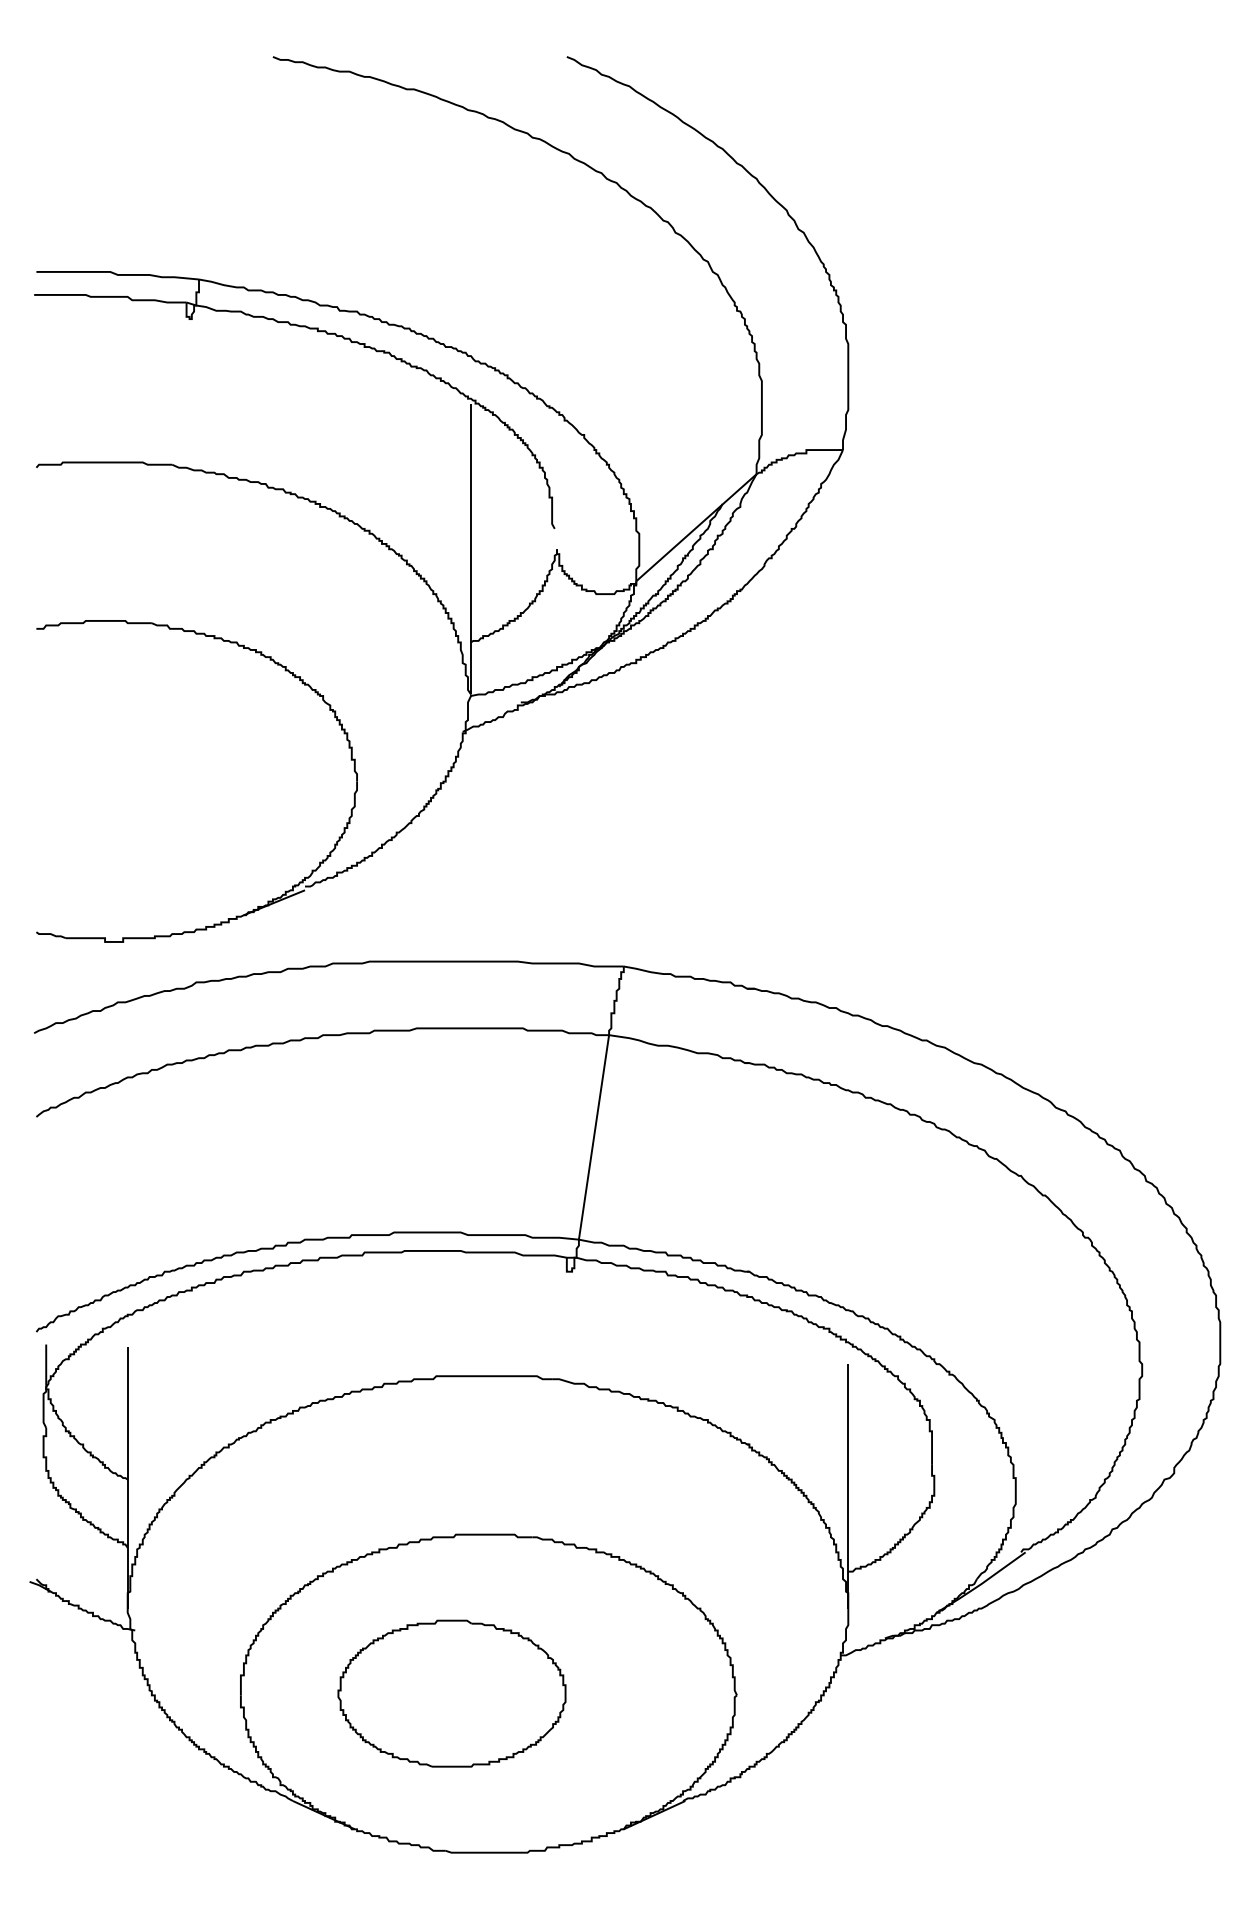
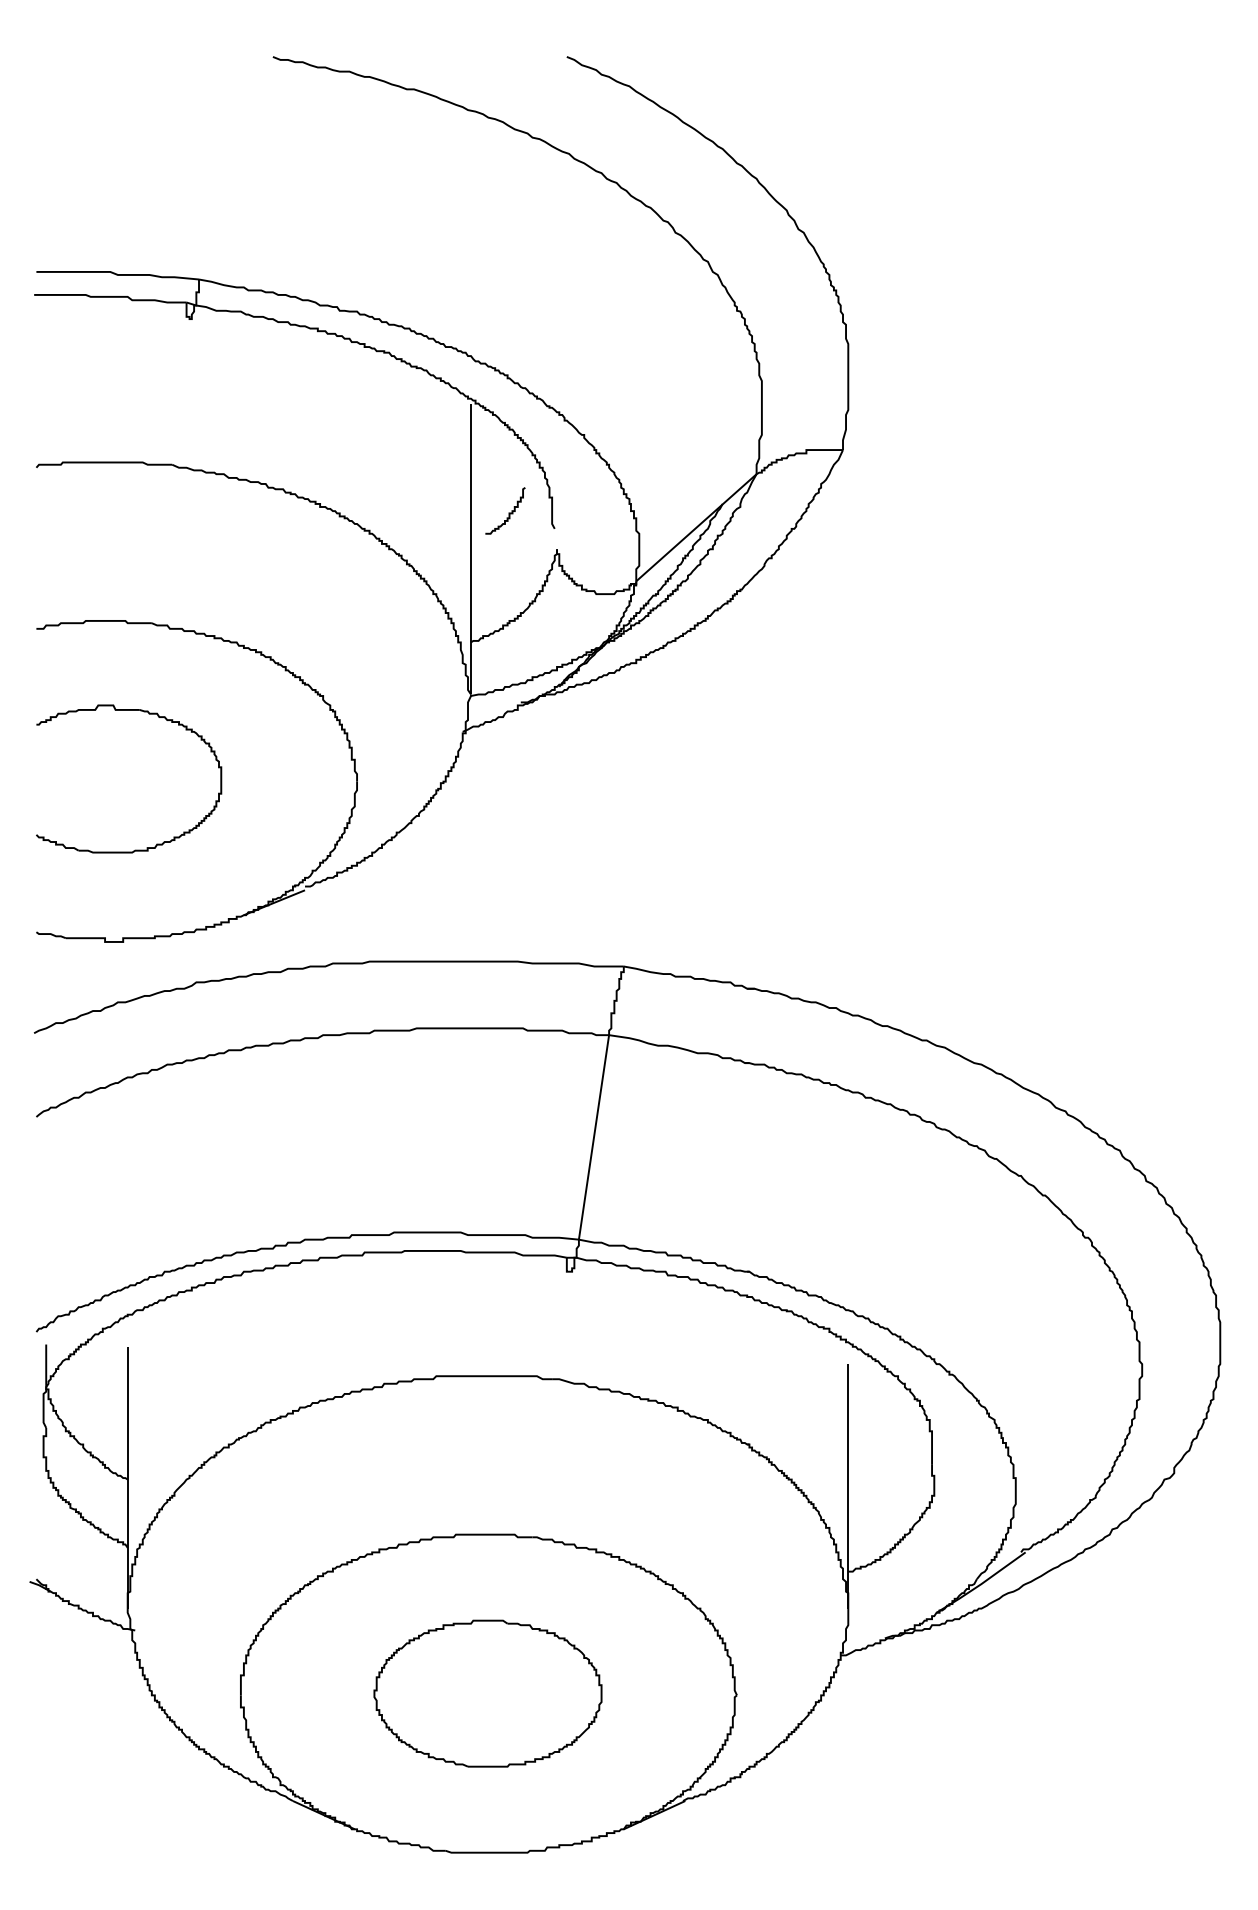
curve at (508, 512): none -> present
part at (149, 714): none -> present
part at (451, 1693) position: (451, 1693) -> (487, 1693)
